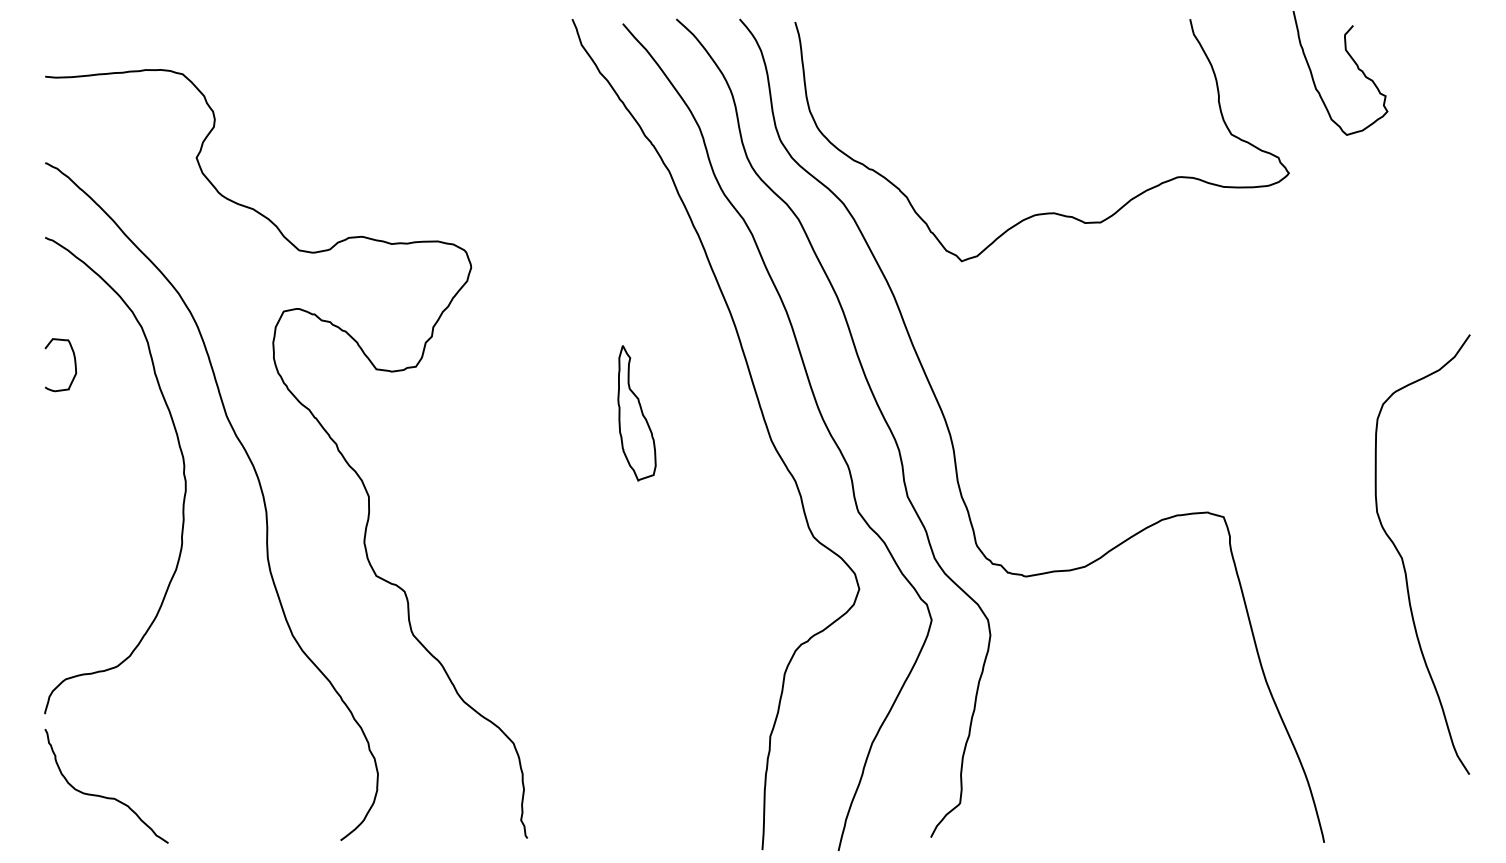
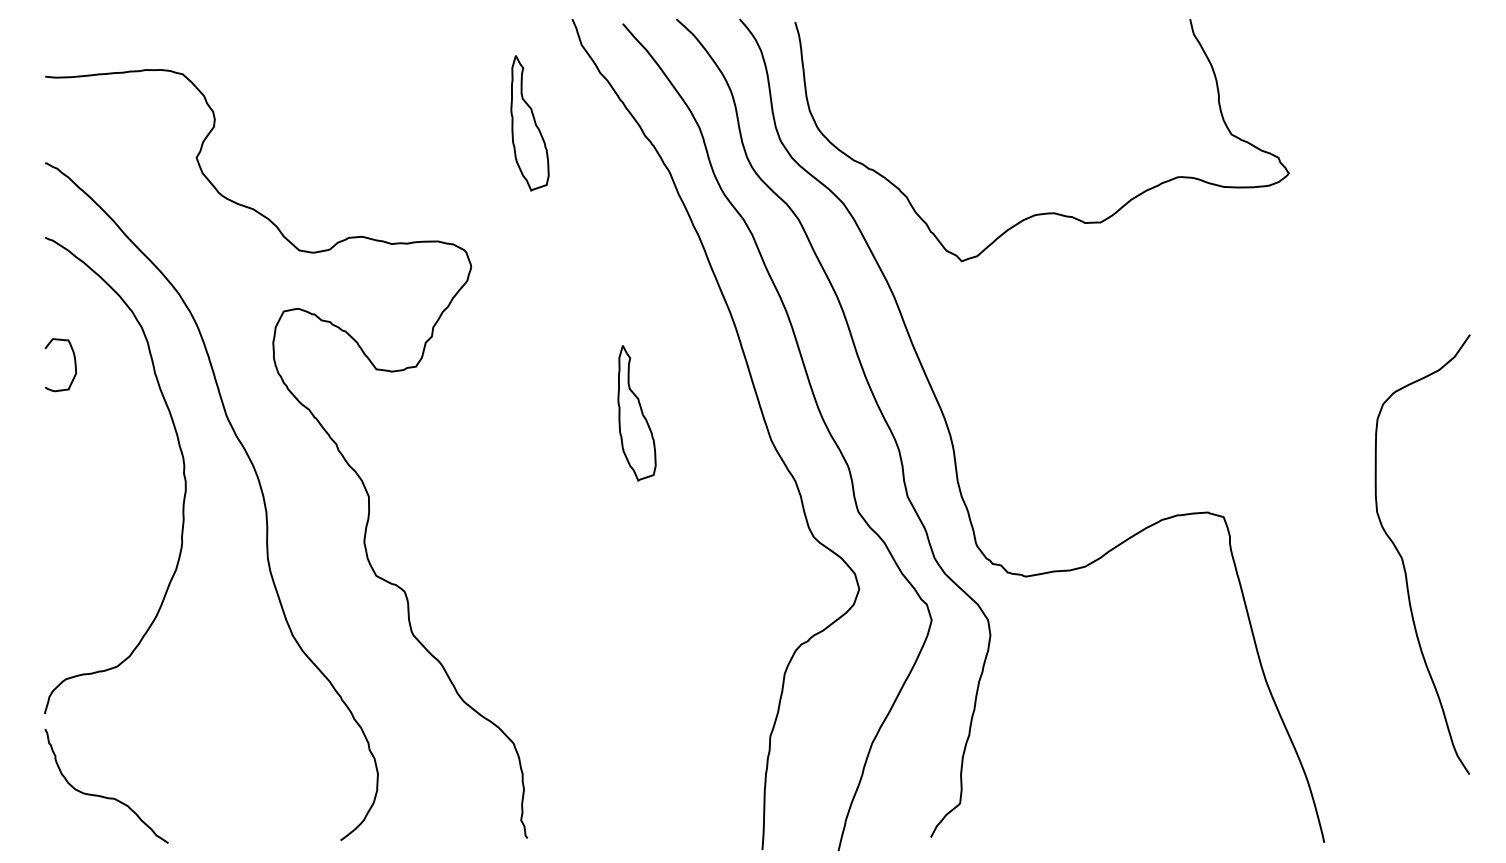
curve at (1354, 63): present -> none
part at (529, 123): none -> present
